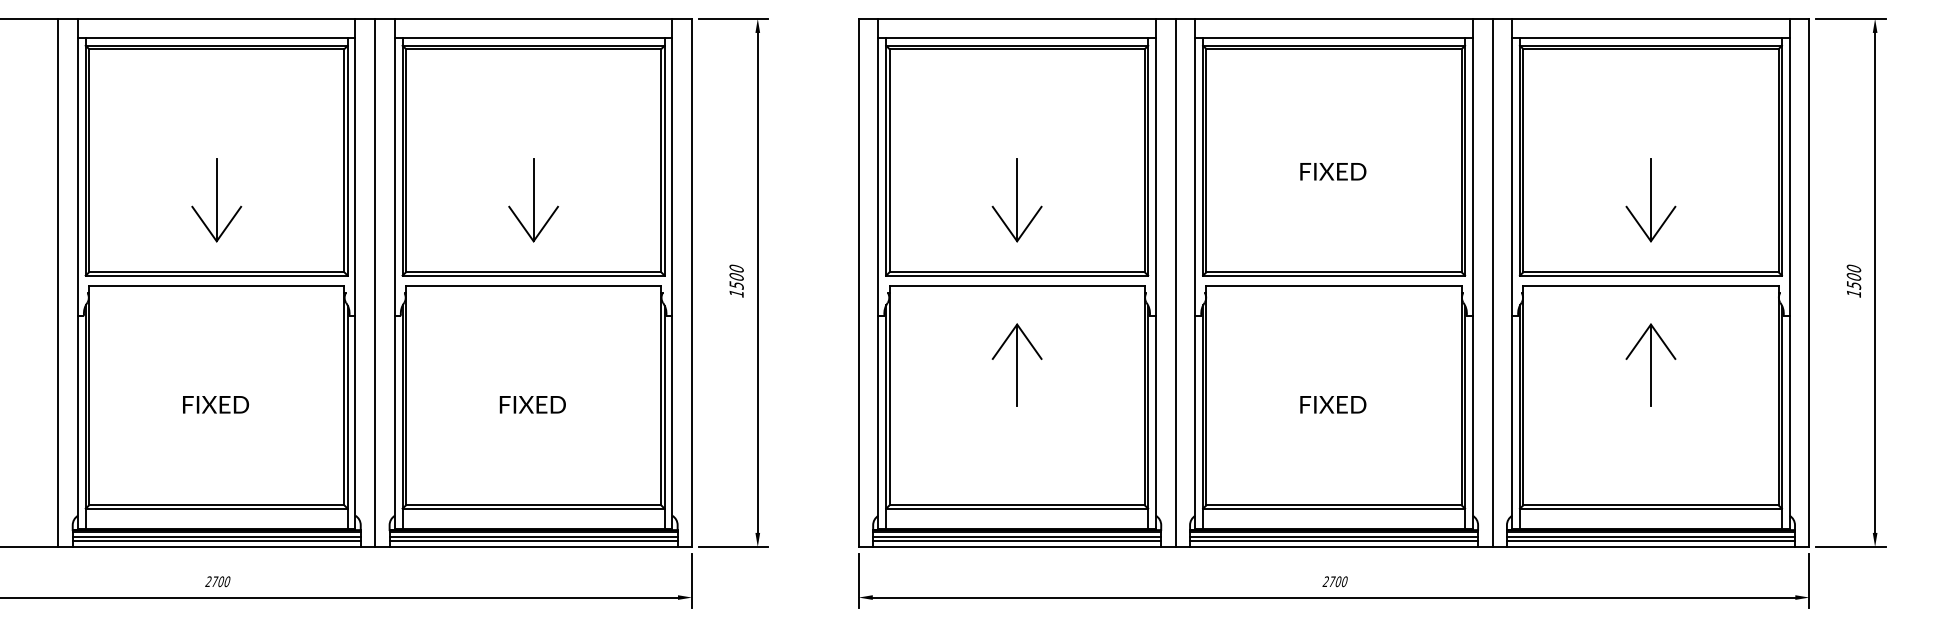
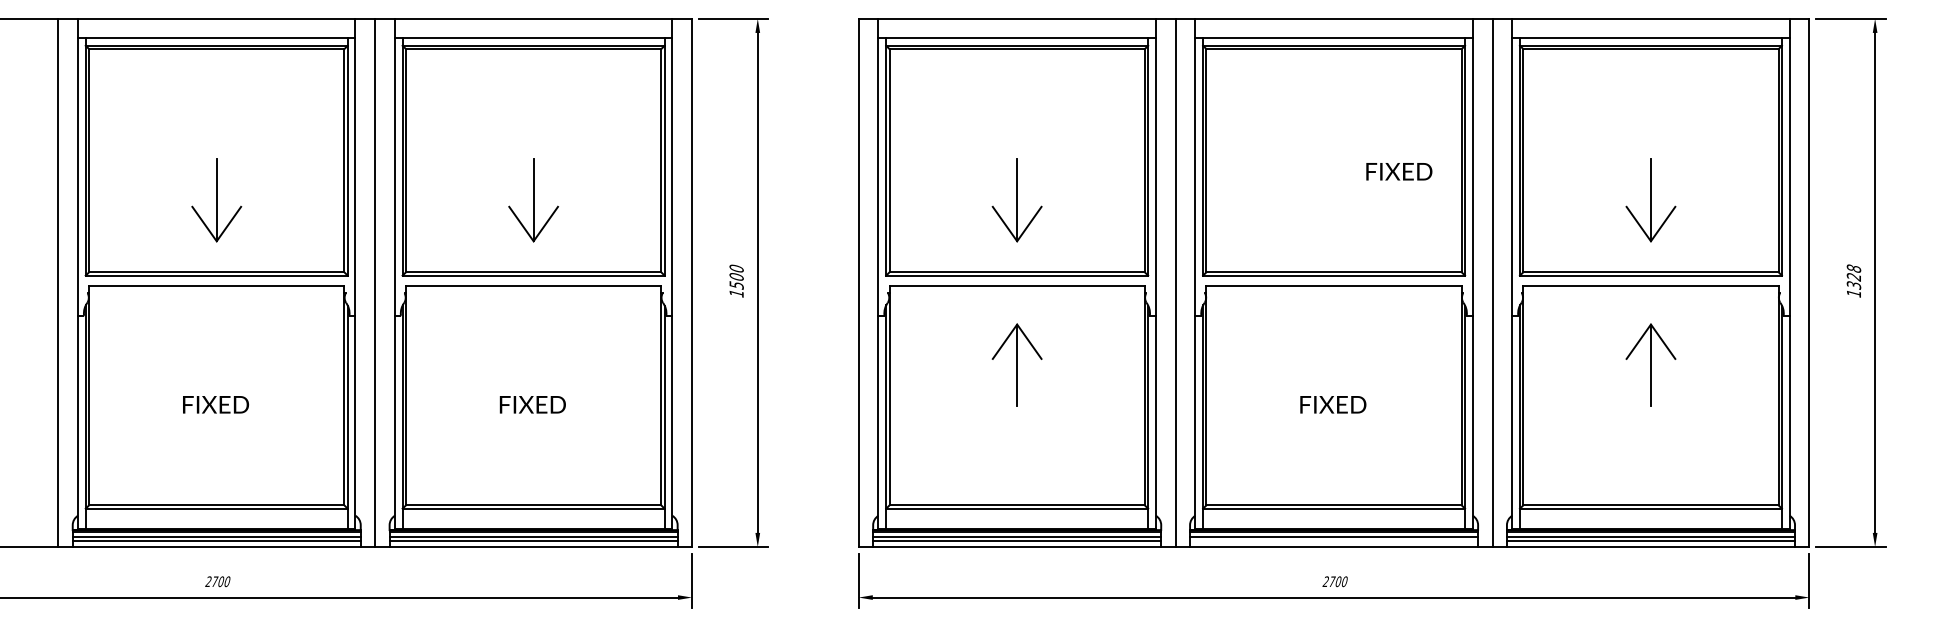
text at (1333, 171) position: (1333, 171) -> (1399, 171)
text at (1853, 275): 1500 -> 1328
line at (1334, 540): present -> none
